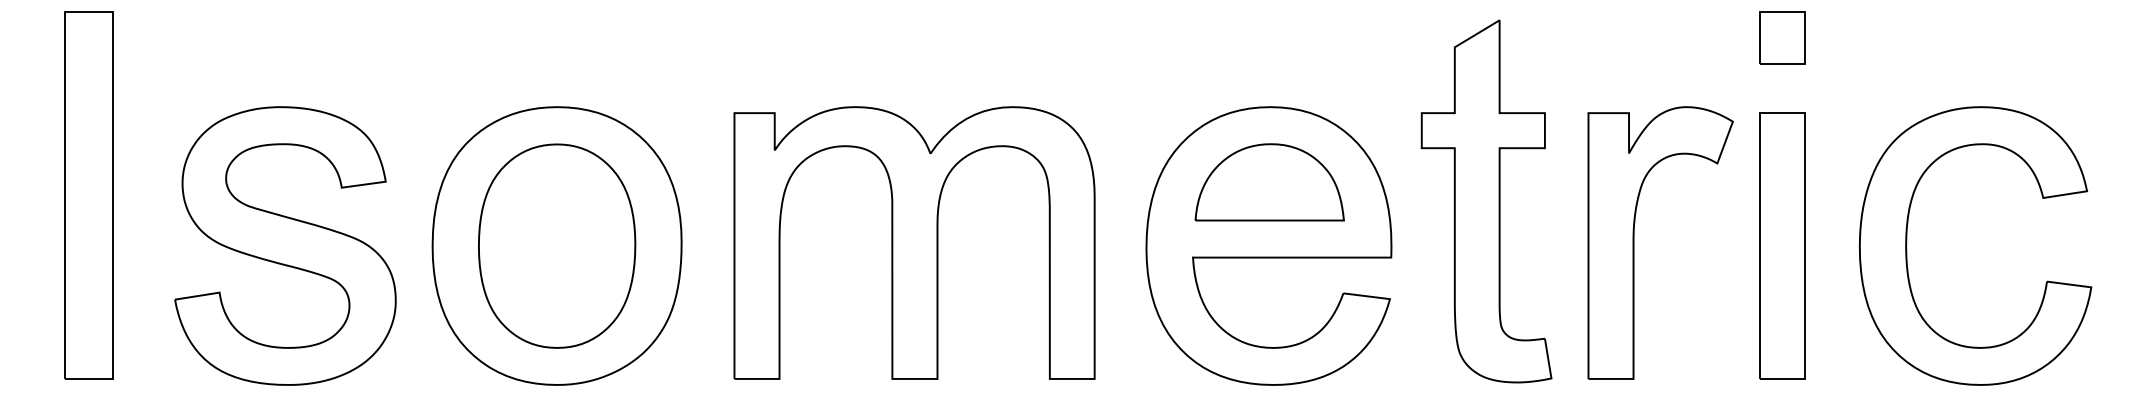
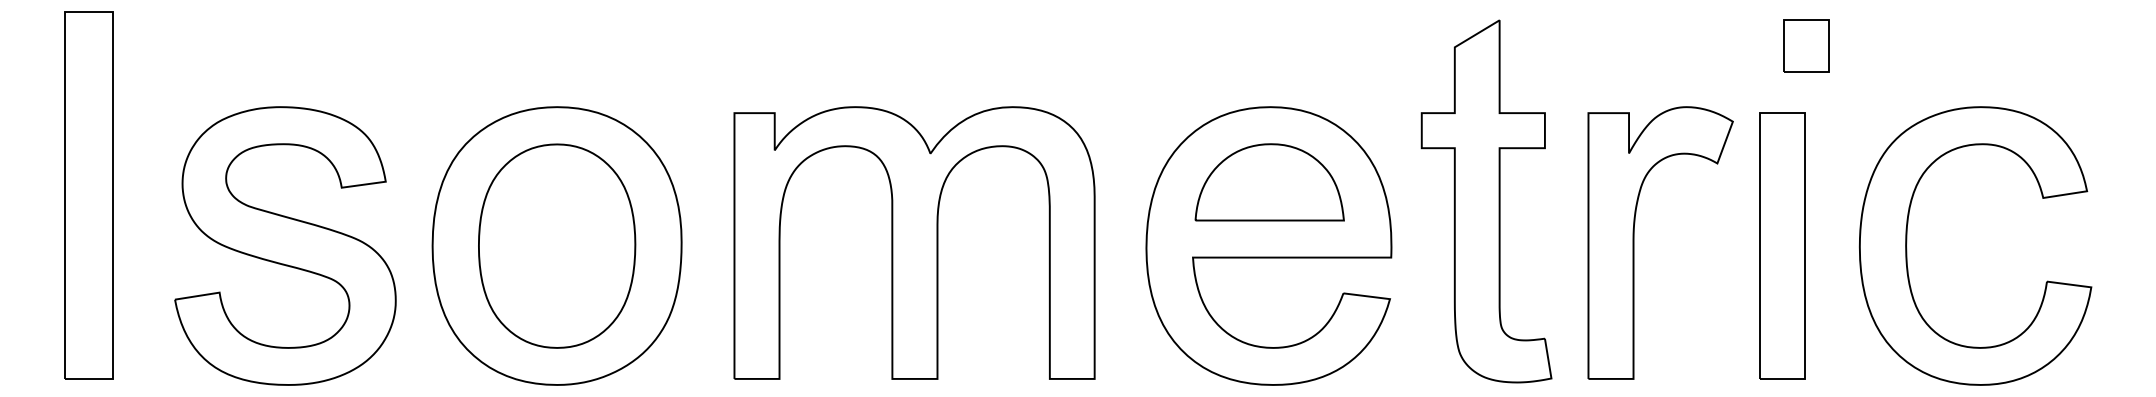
part at (1782, 37) position: (1782, 37) -> (1806, 45)
